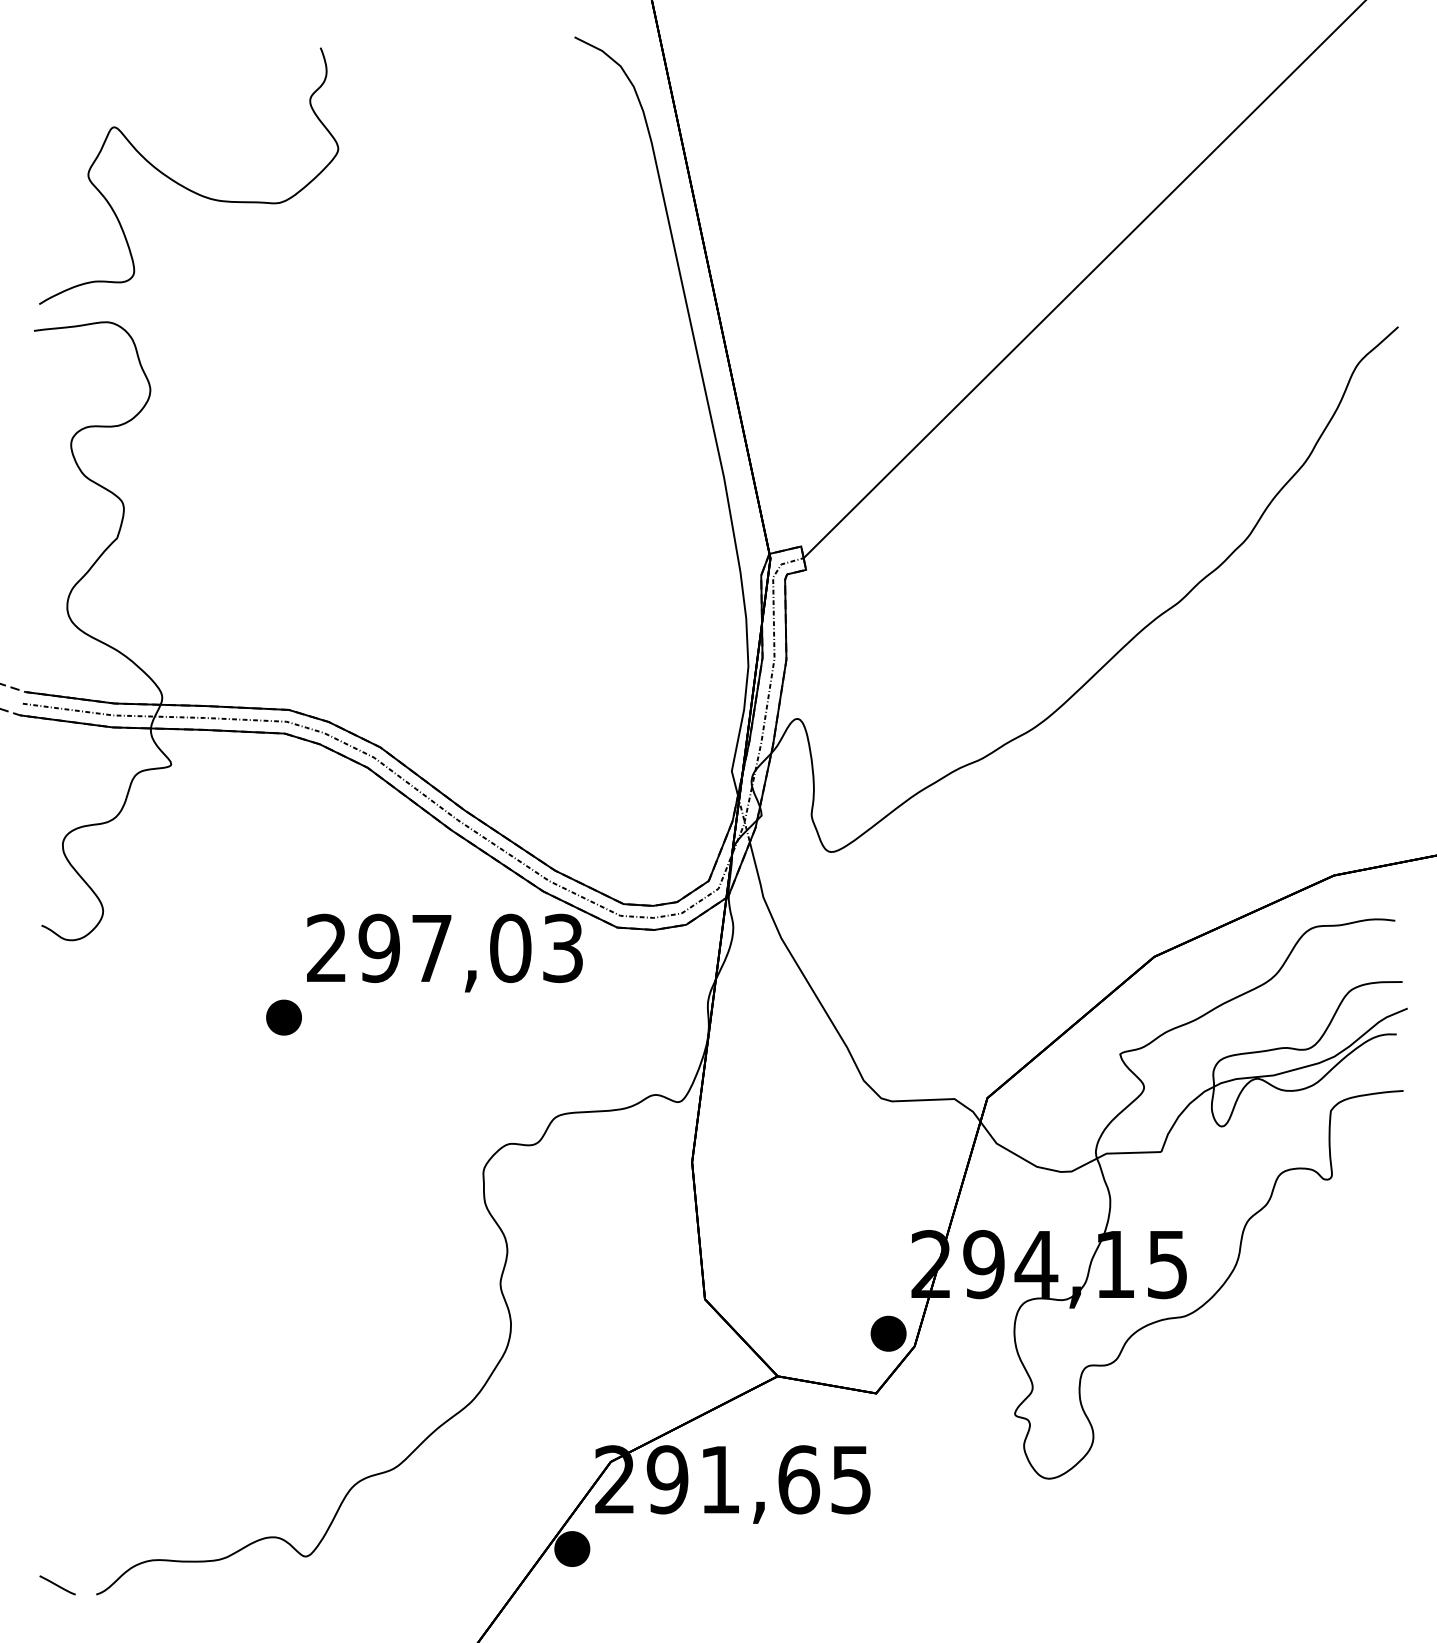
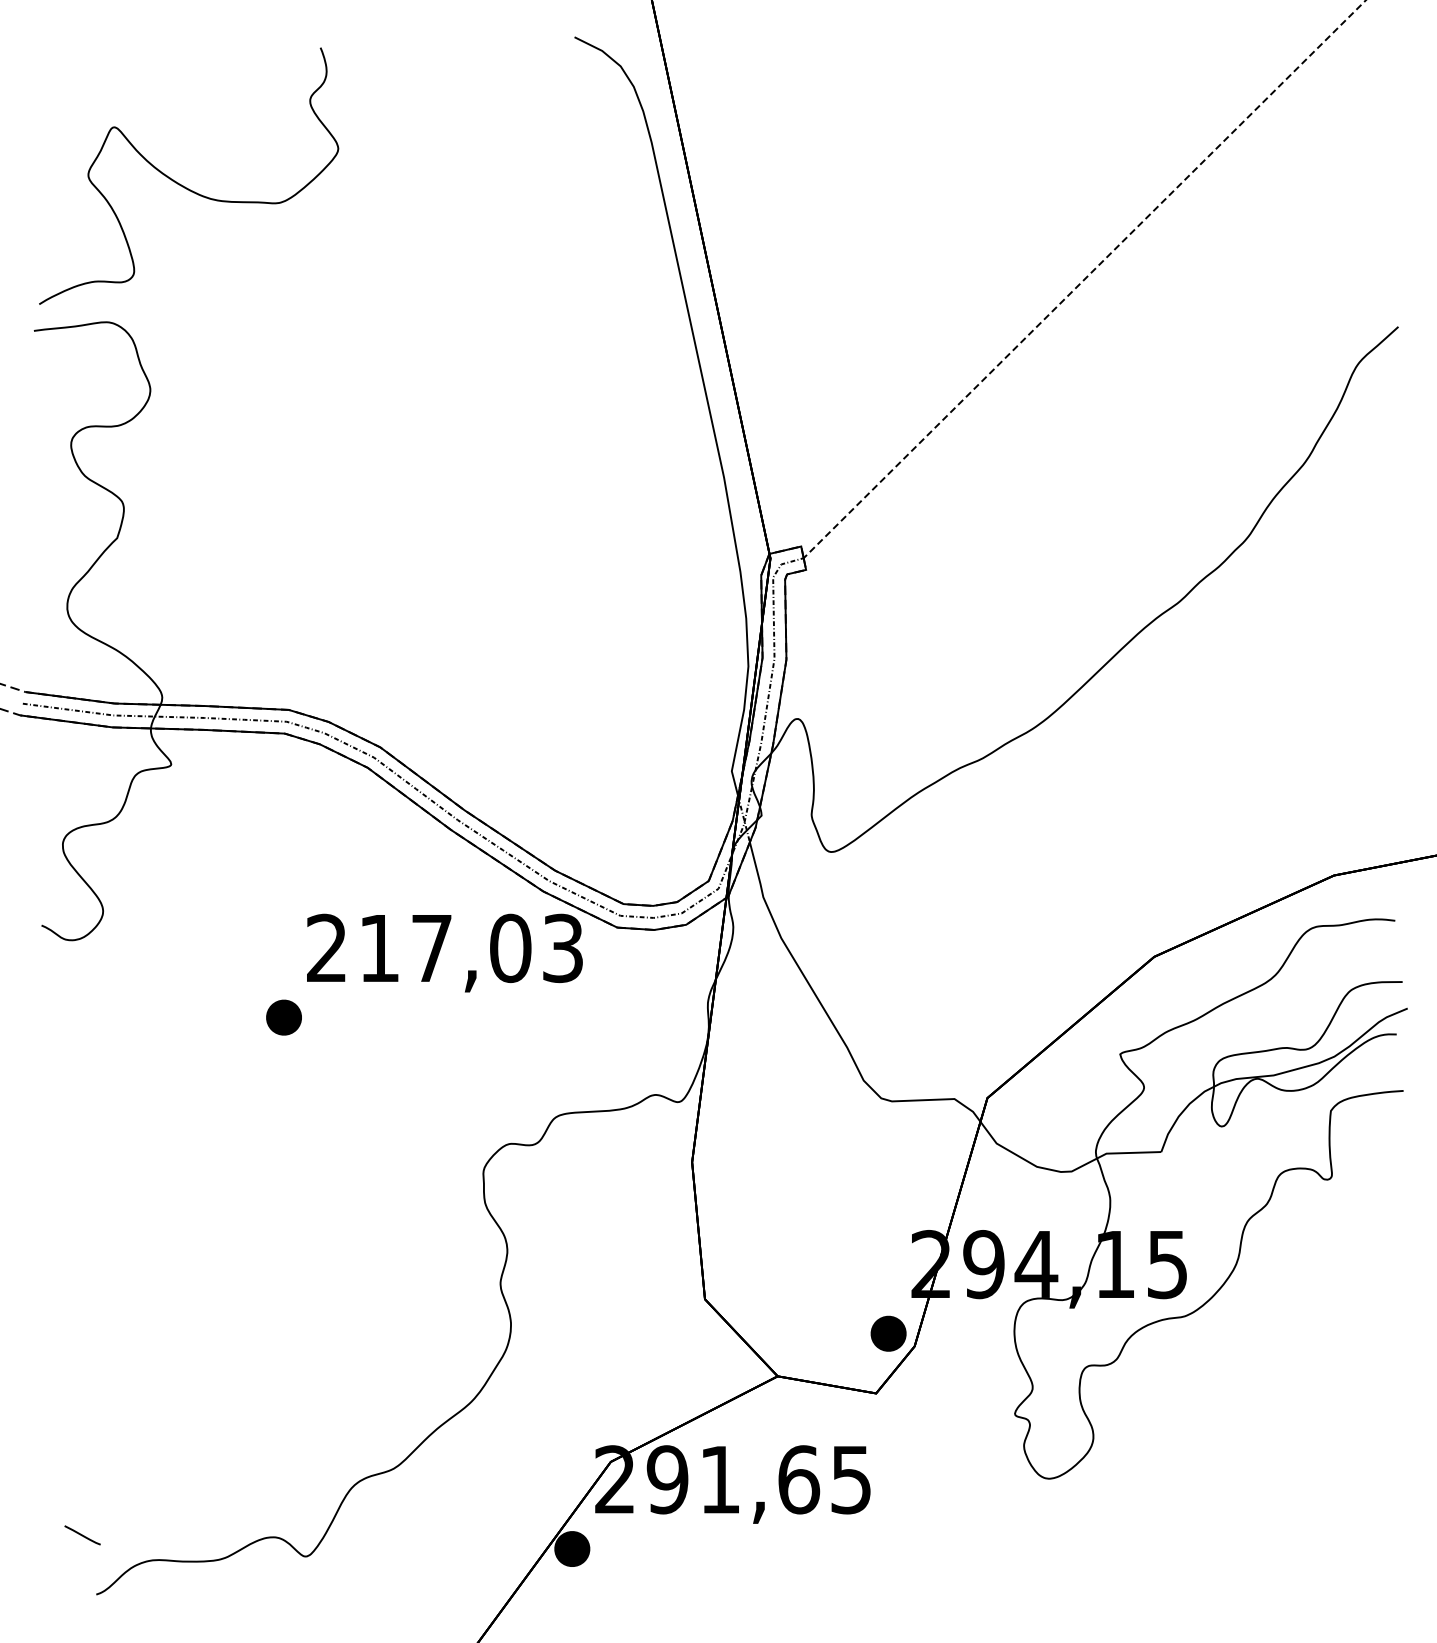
line at (1084, 279): solid -> dashed
text at (379, 948): 297,03 -> 217,03
line at (57, 1585) position: (57, 1585) -> (82, 1535)
